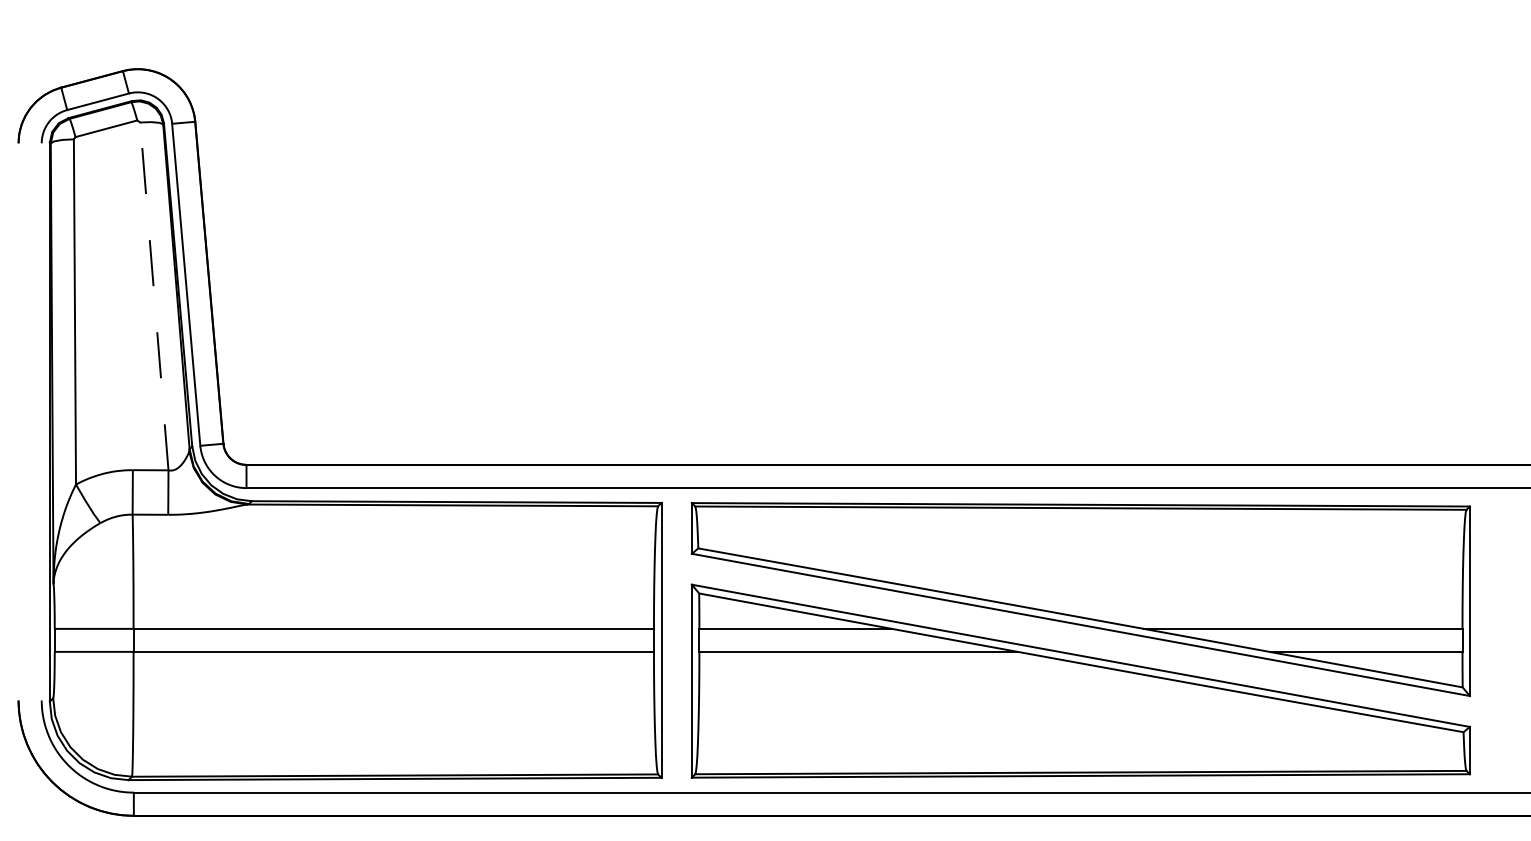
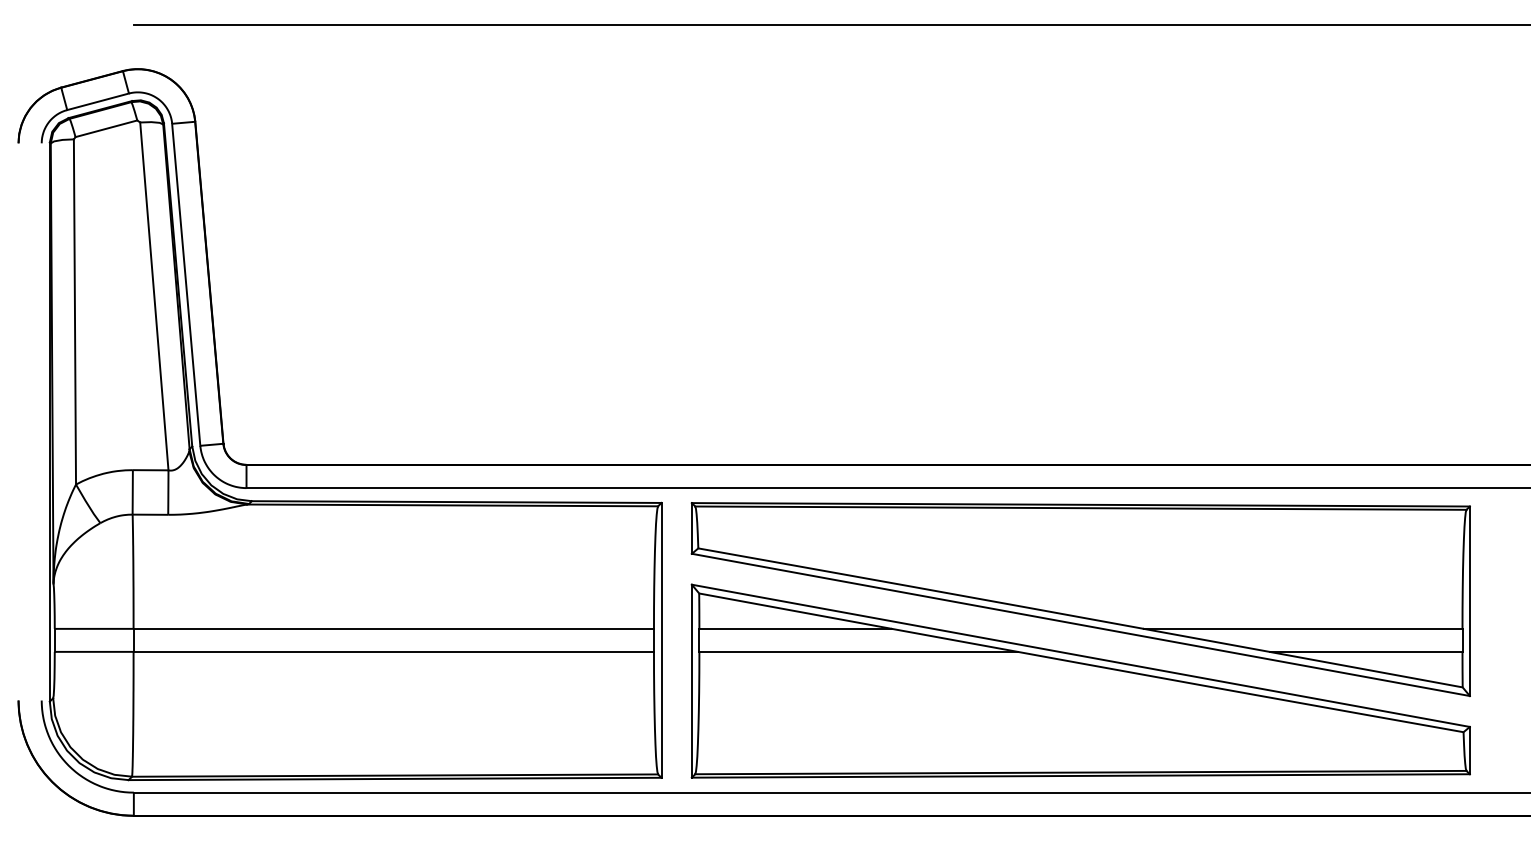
line at (830, 25): none -> present
line at (154, 295): dashed -> solid
